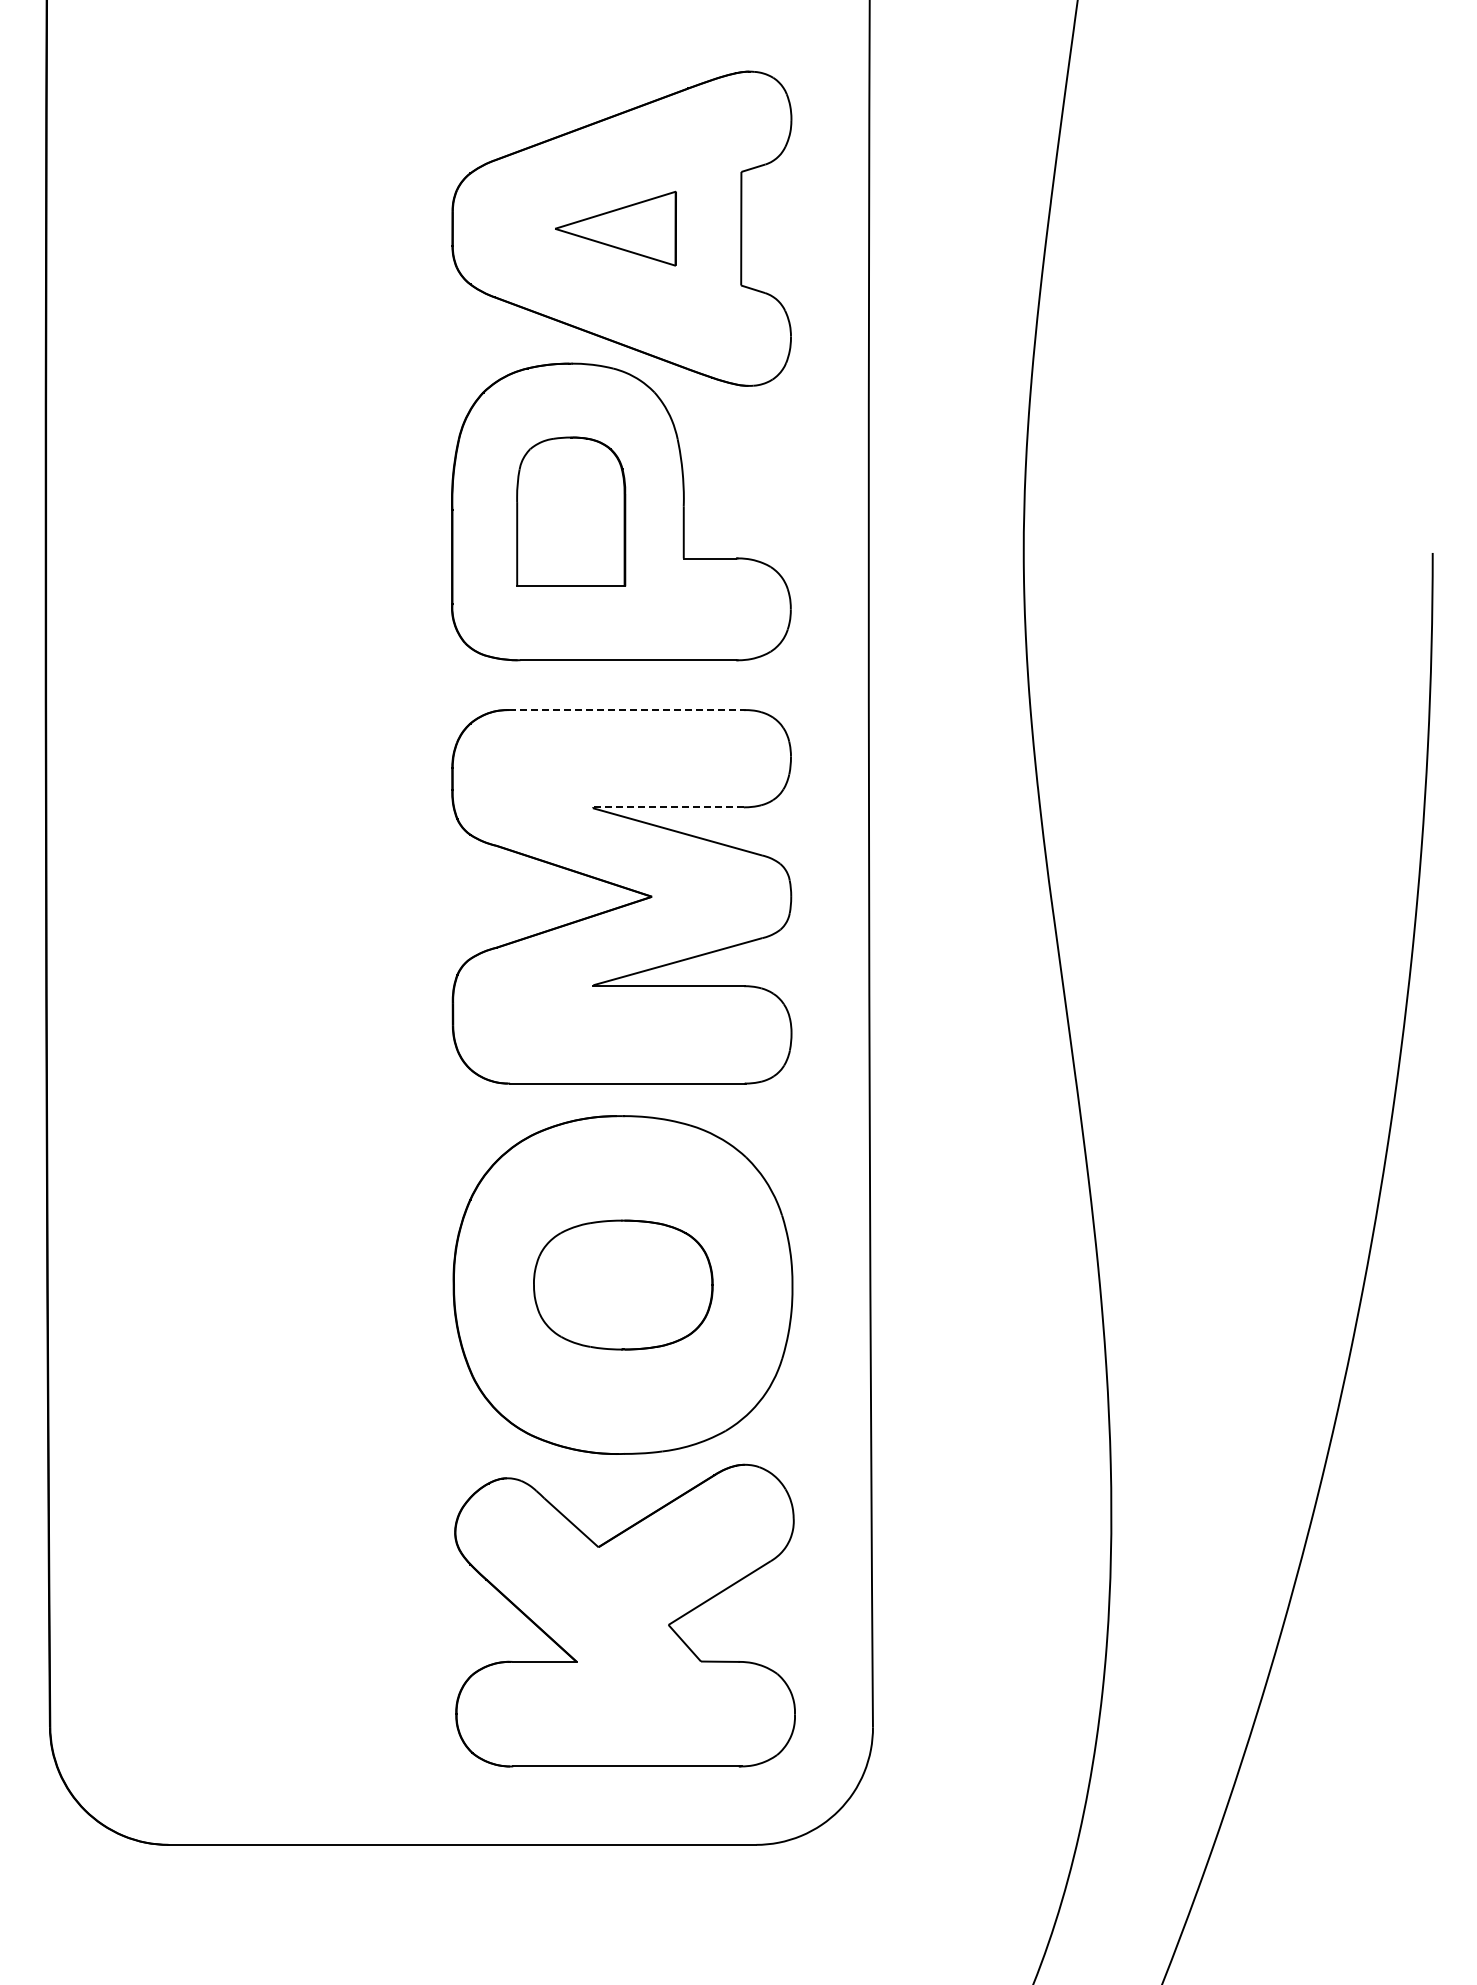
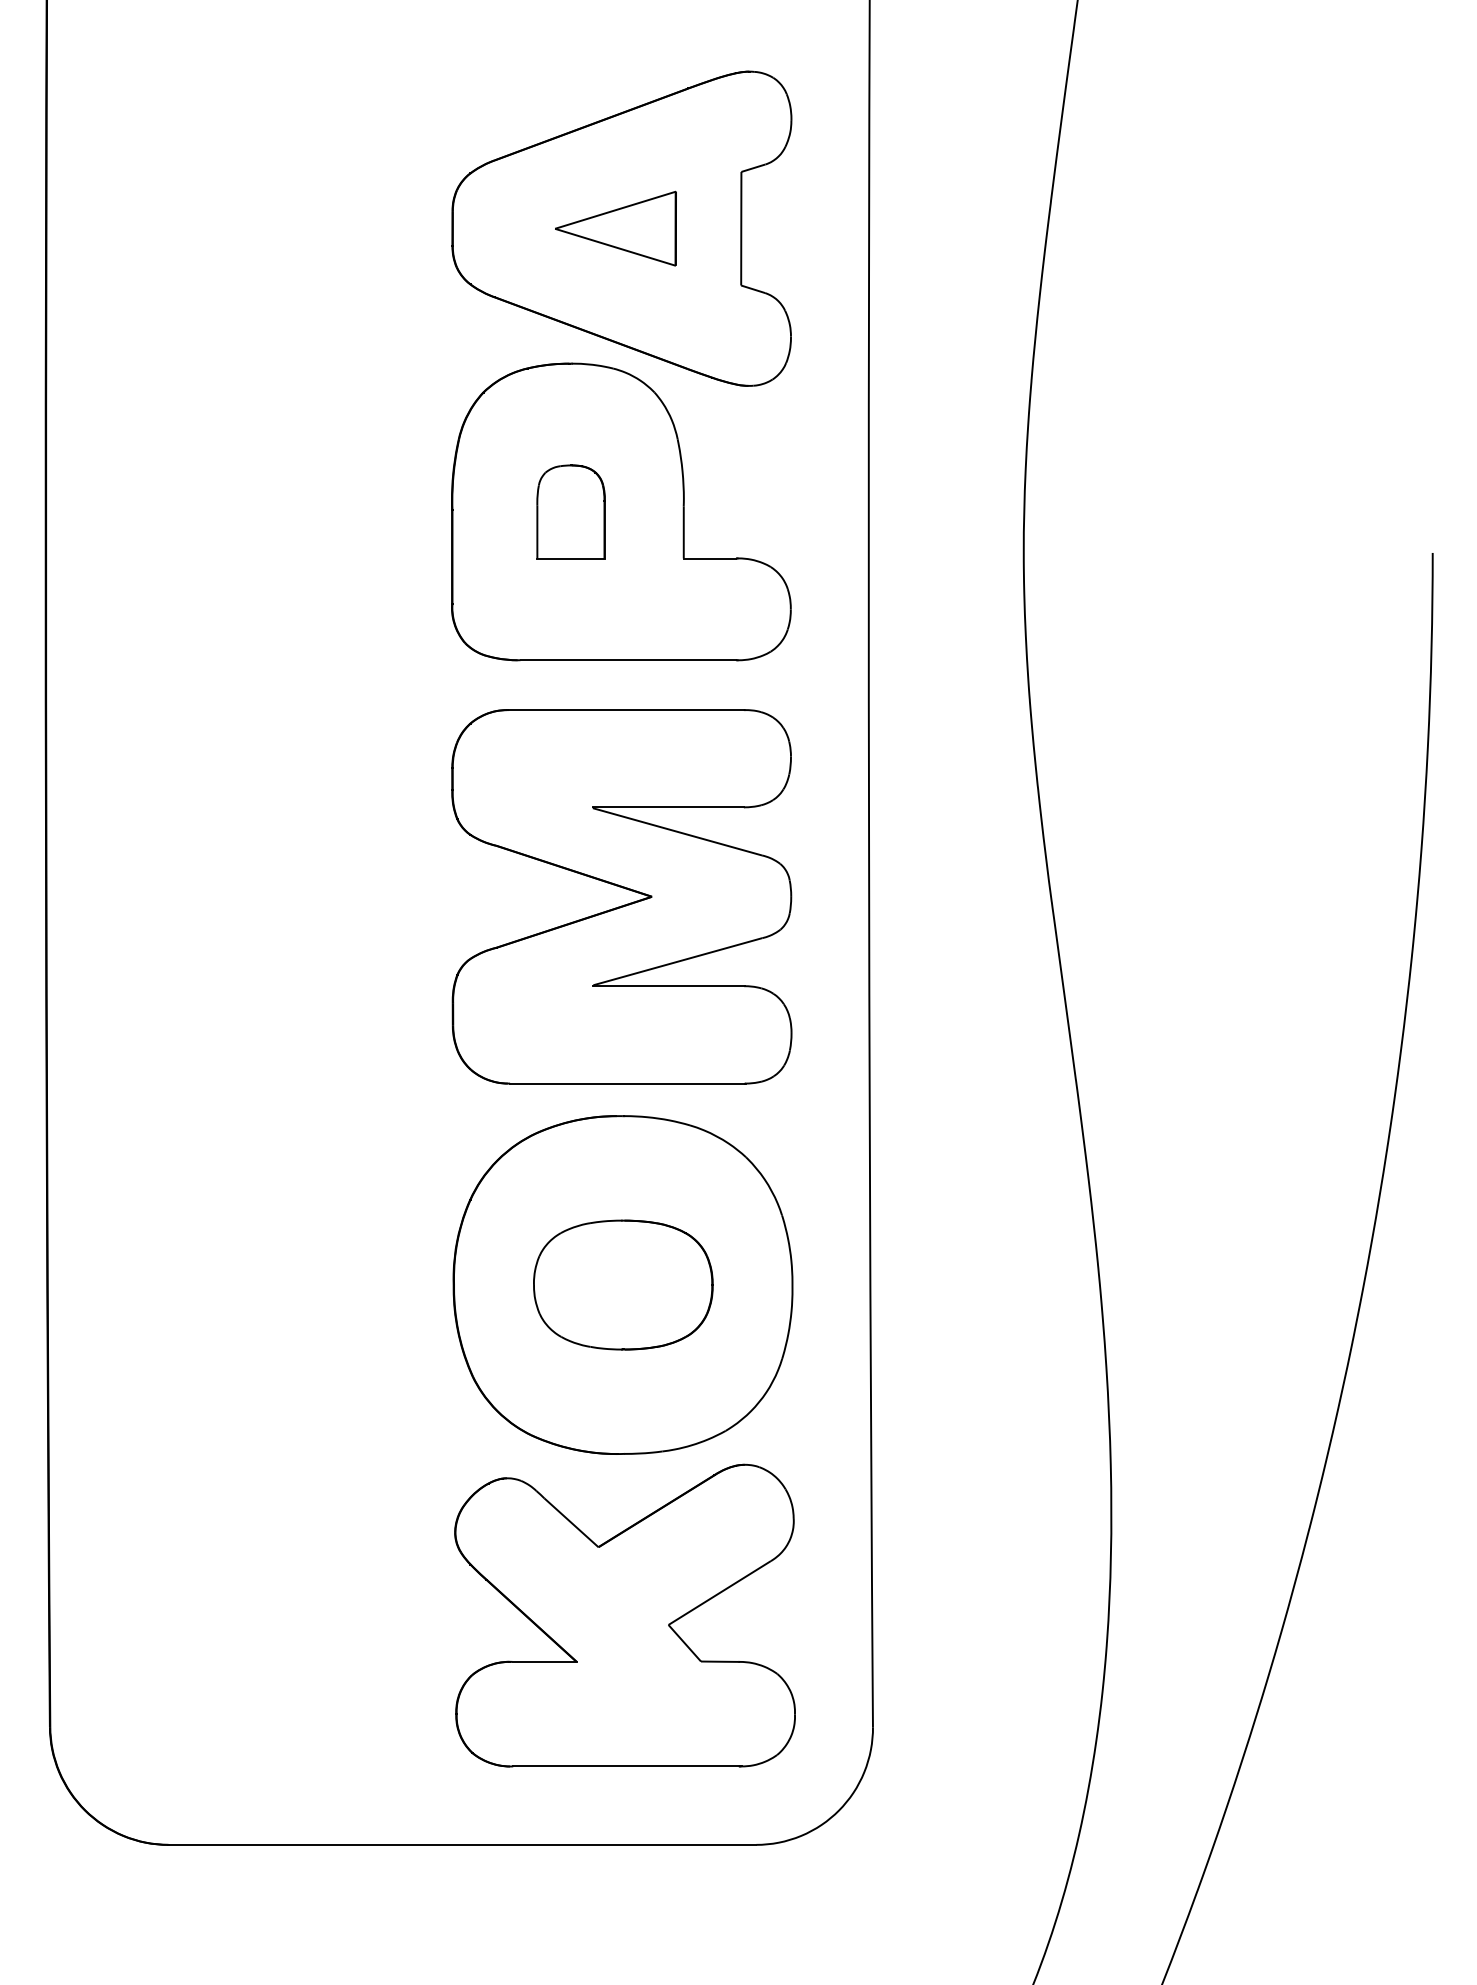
part at (571, 511) size: 111x151 px -> 70x96 px
line at (627, 710): dashed -> solid
line at (668, 807): dashed -> solid
